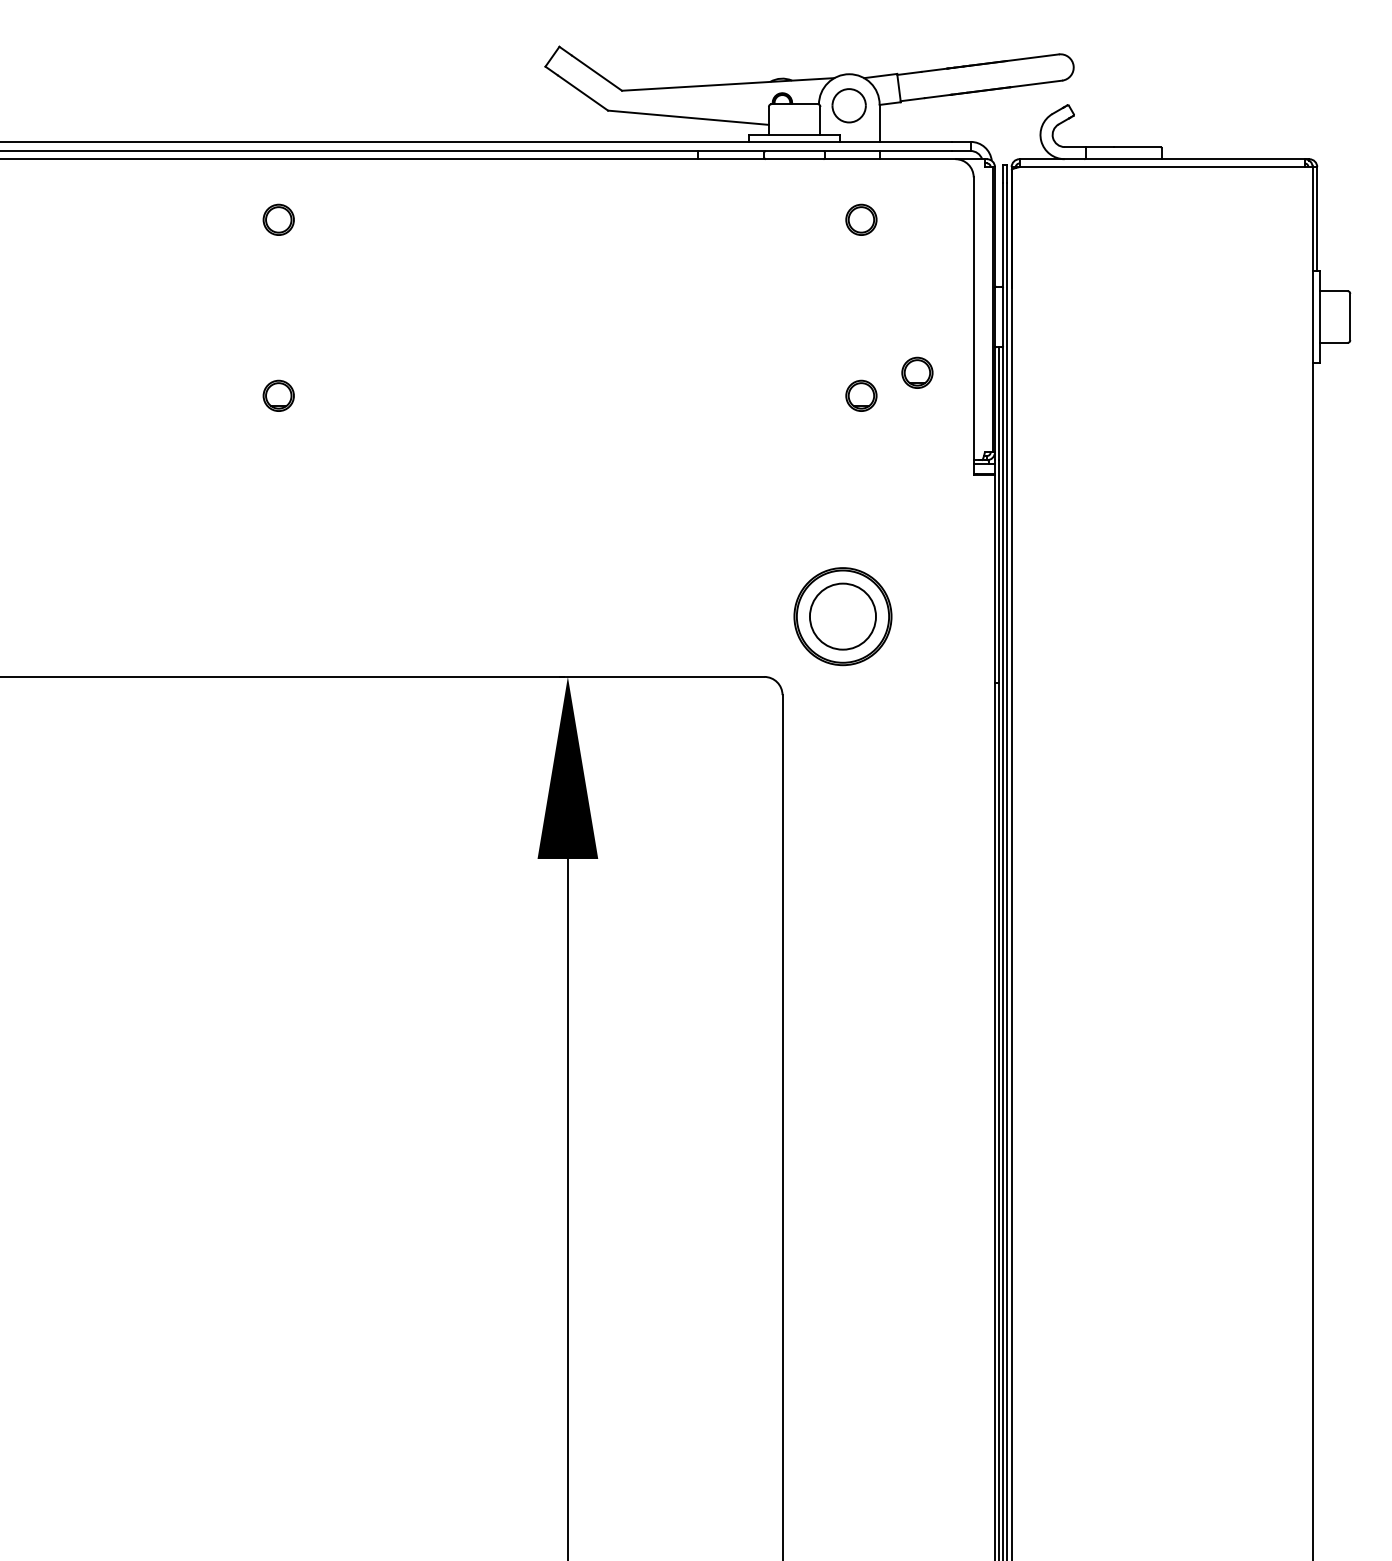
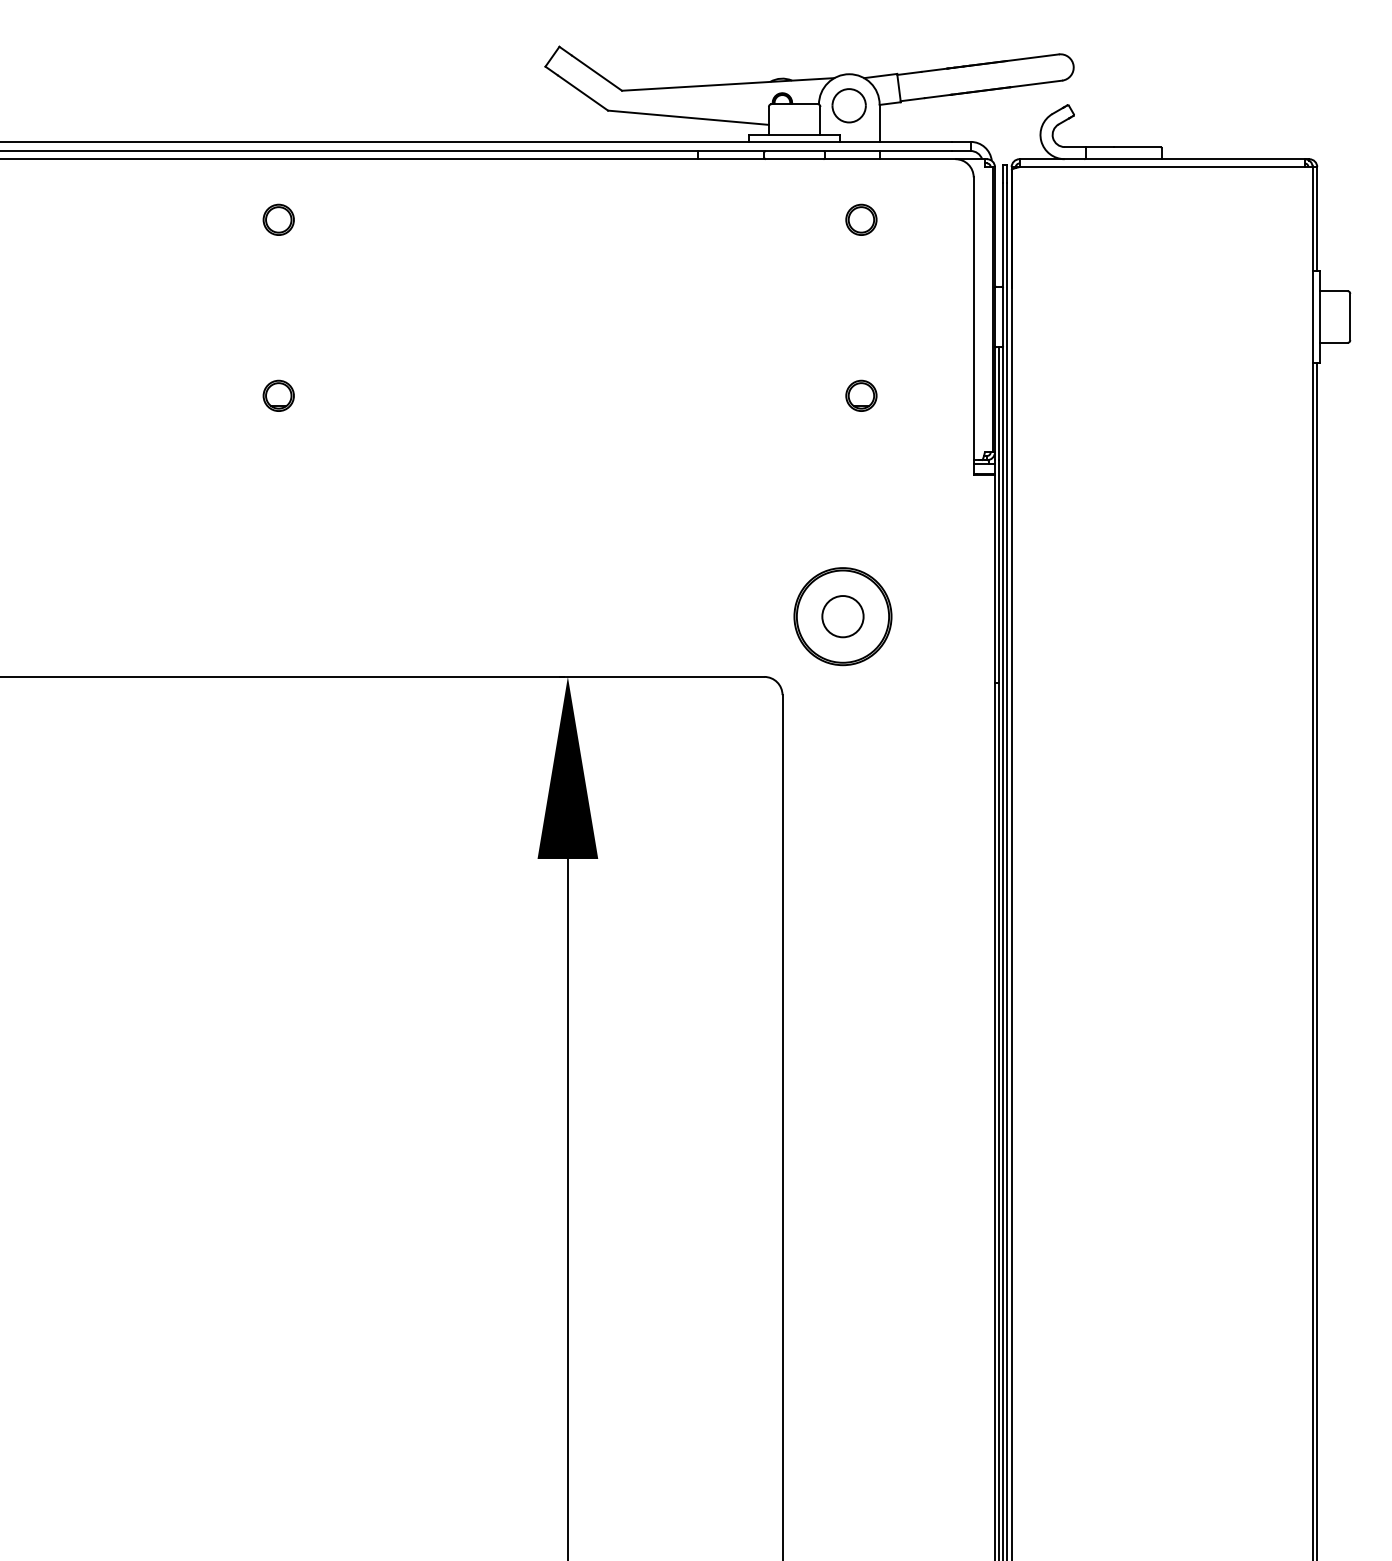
part at (917, 372): present -> none
circle at (842, 616) diameter: 66 px -> 41 px
line at (1317, 959): none -> present
